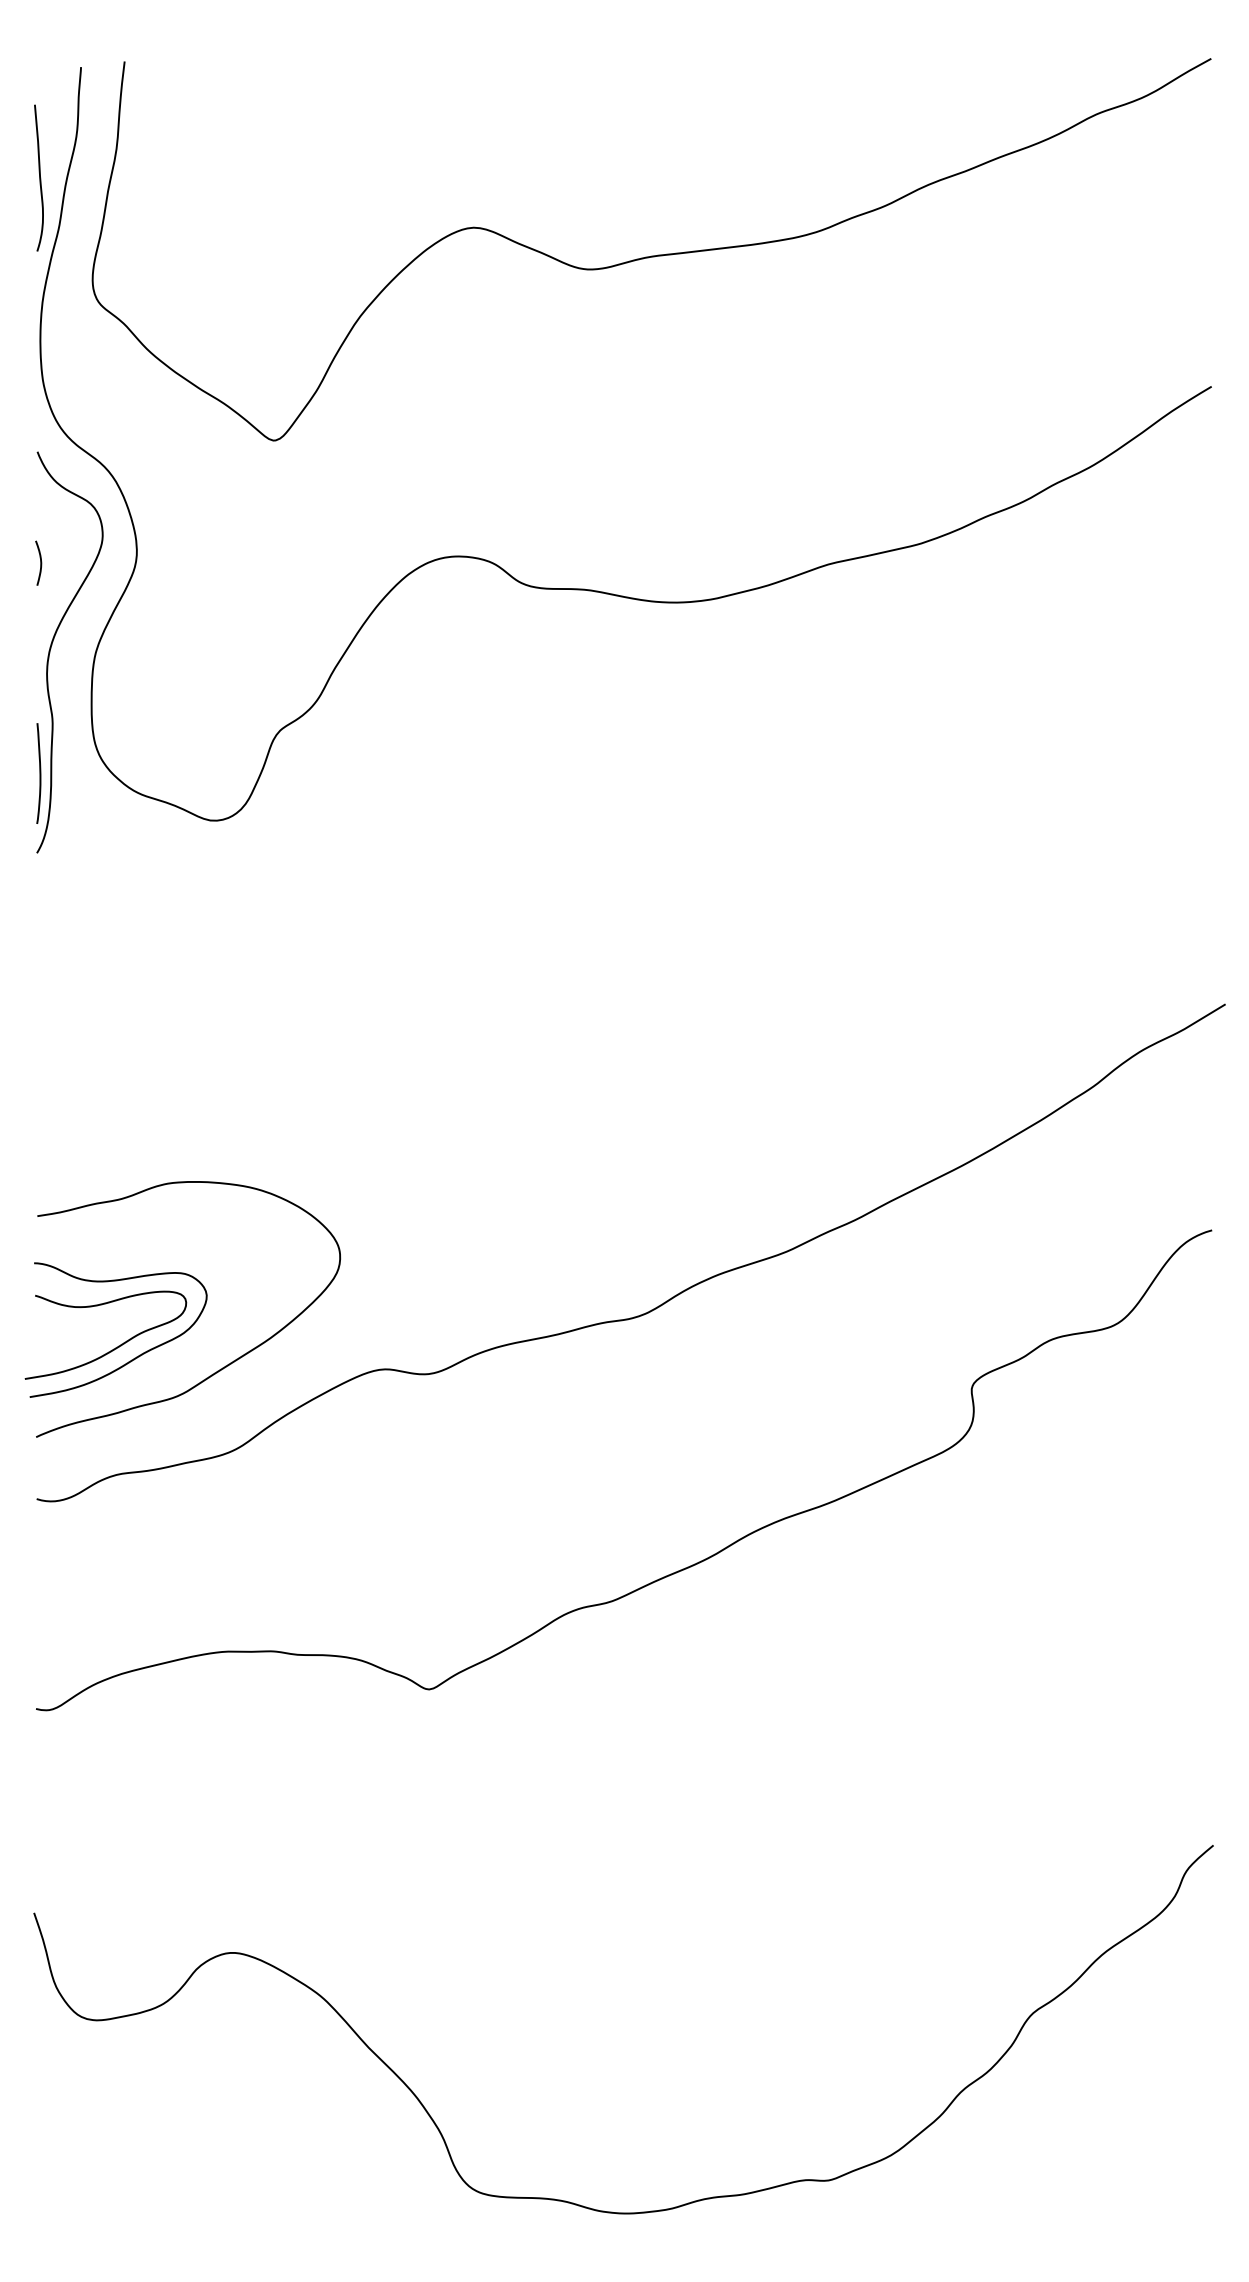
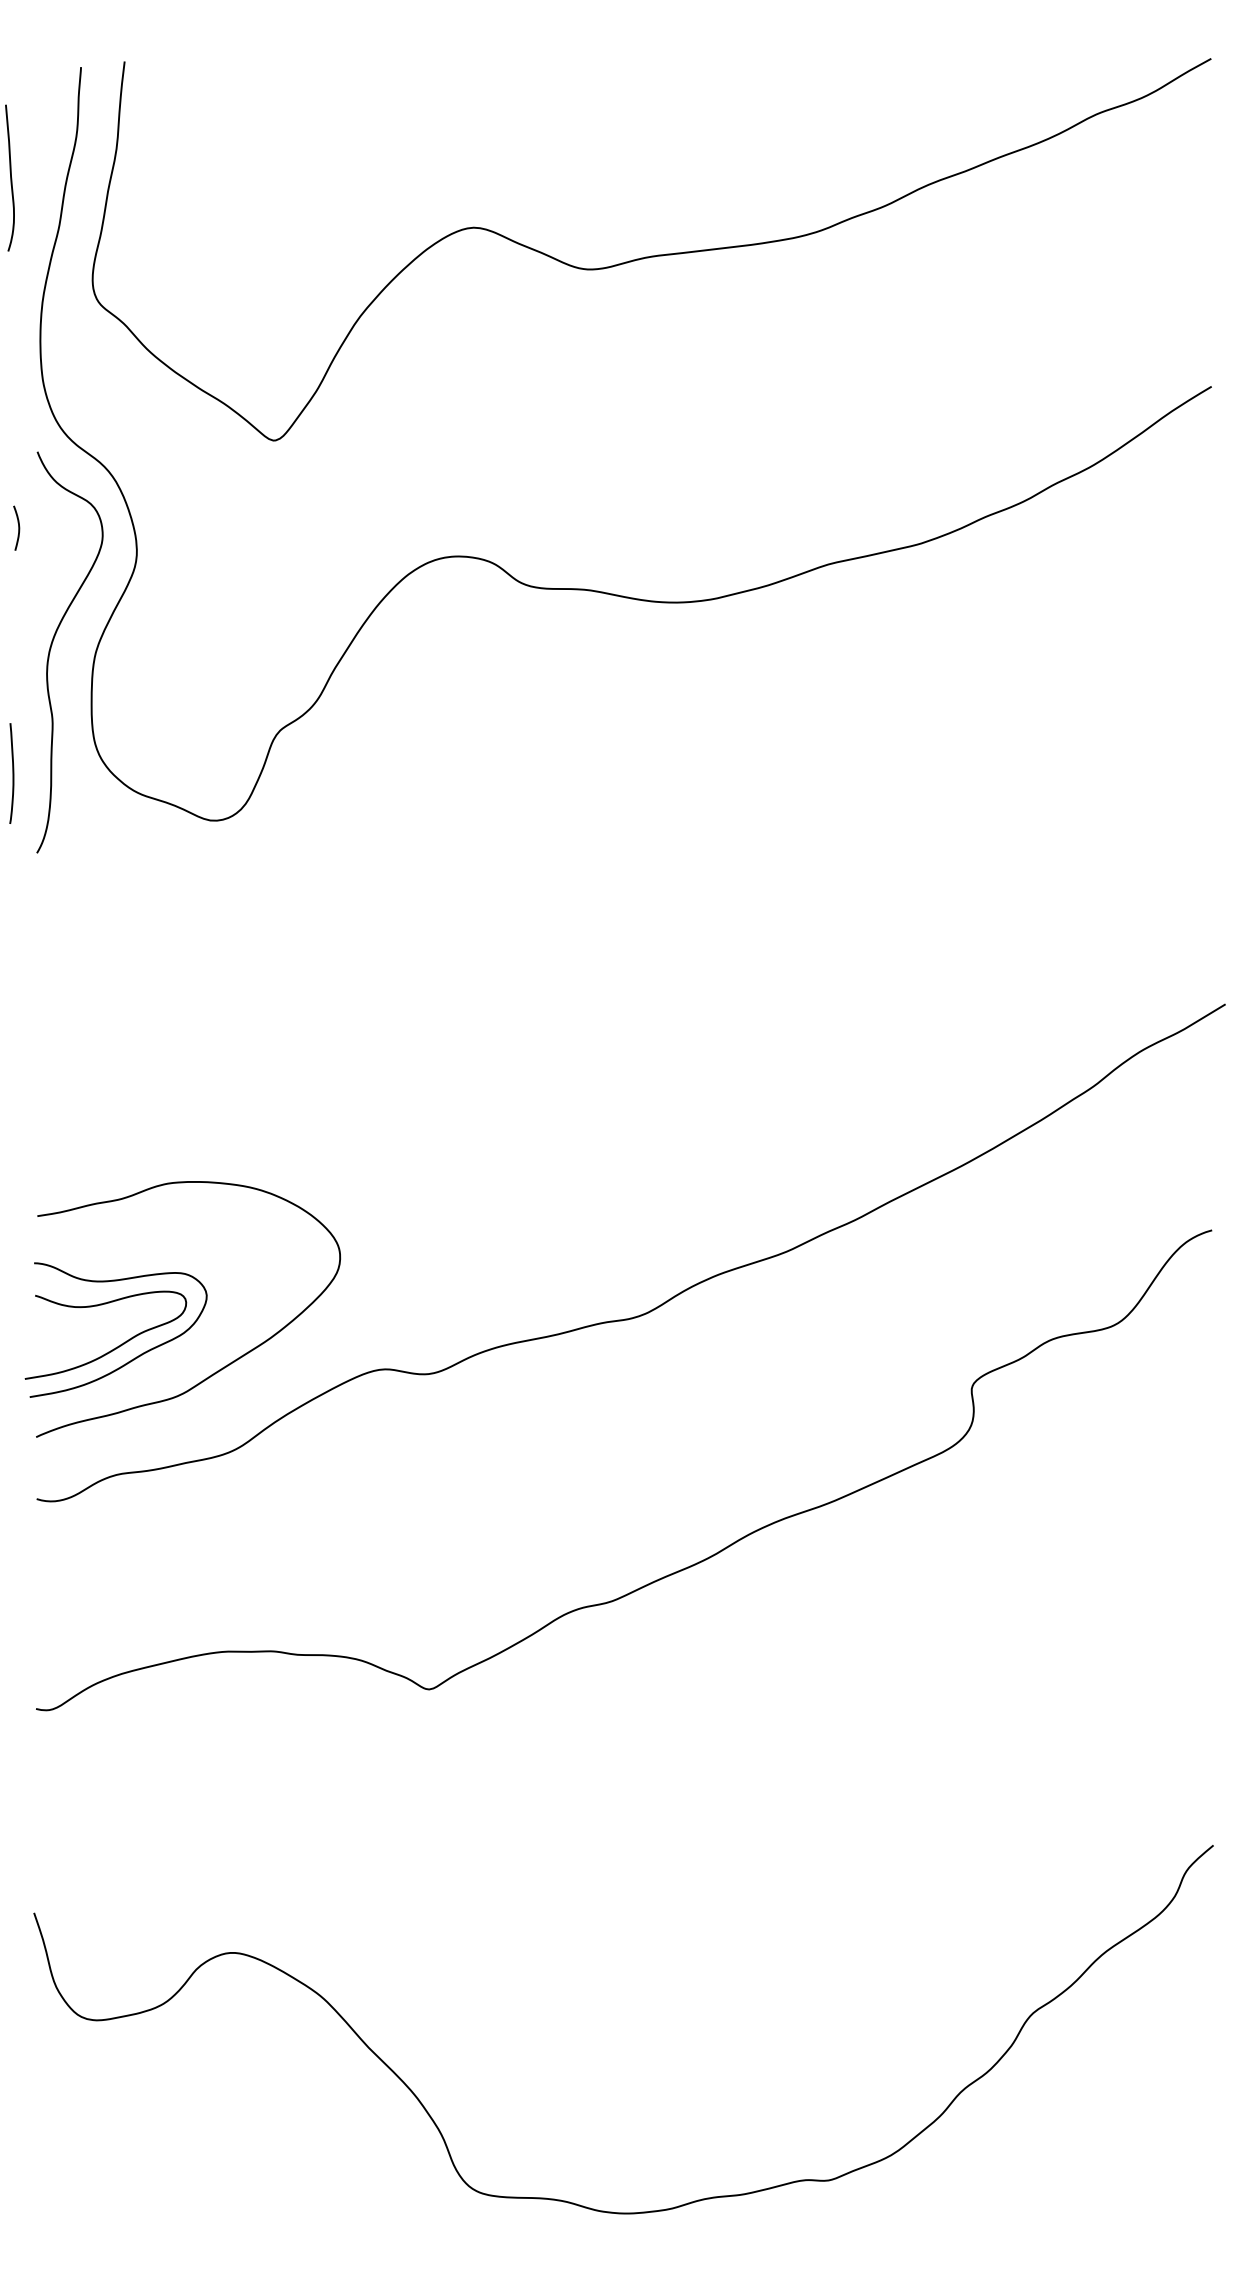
curve at (39, 177) position: (39, 177) -> (10, 177)
curve at (40, 562) position: (40, 562) -> (18, 527)
curve at (39, 773) position: (39, 773) -> (12, 773)
